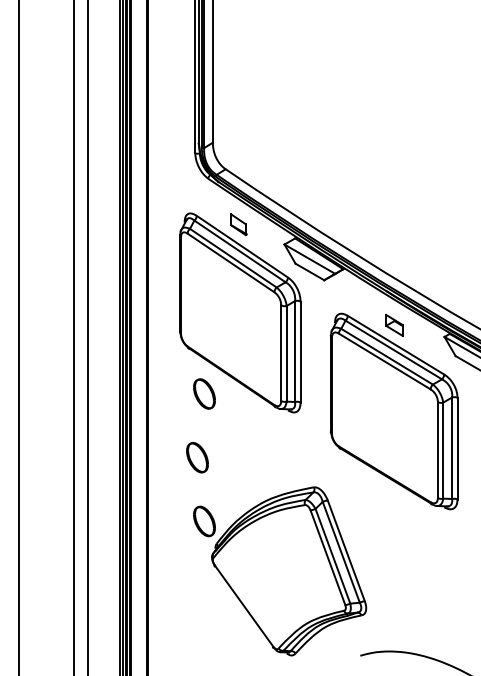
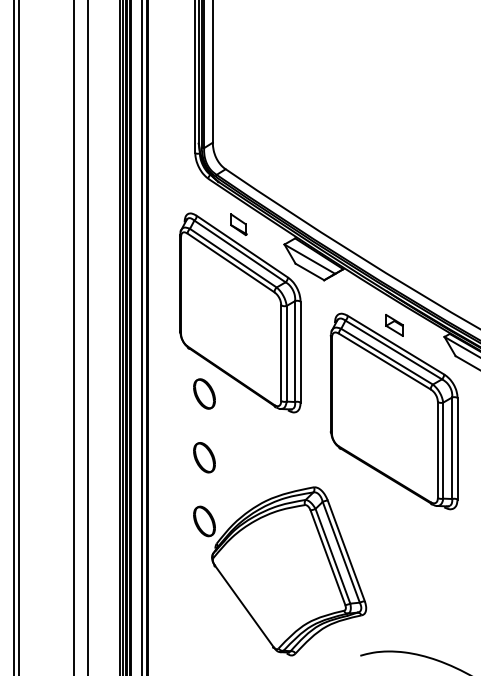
line at (14, 337): none -> present
line at (142, 337): none -> present
part at (197, 457) position: (197, 457) -> (204, 457)
